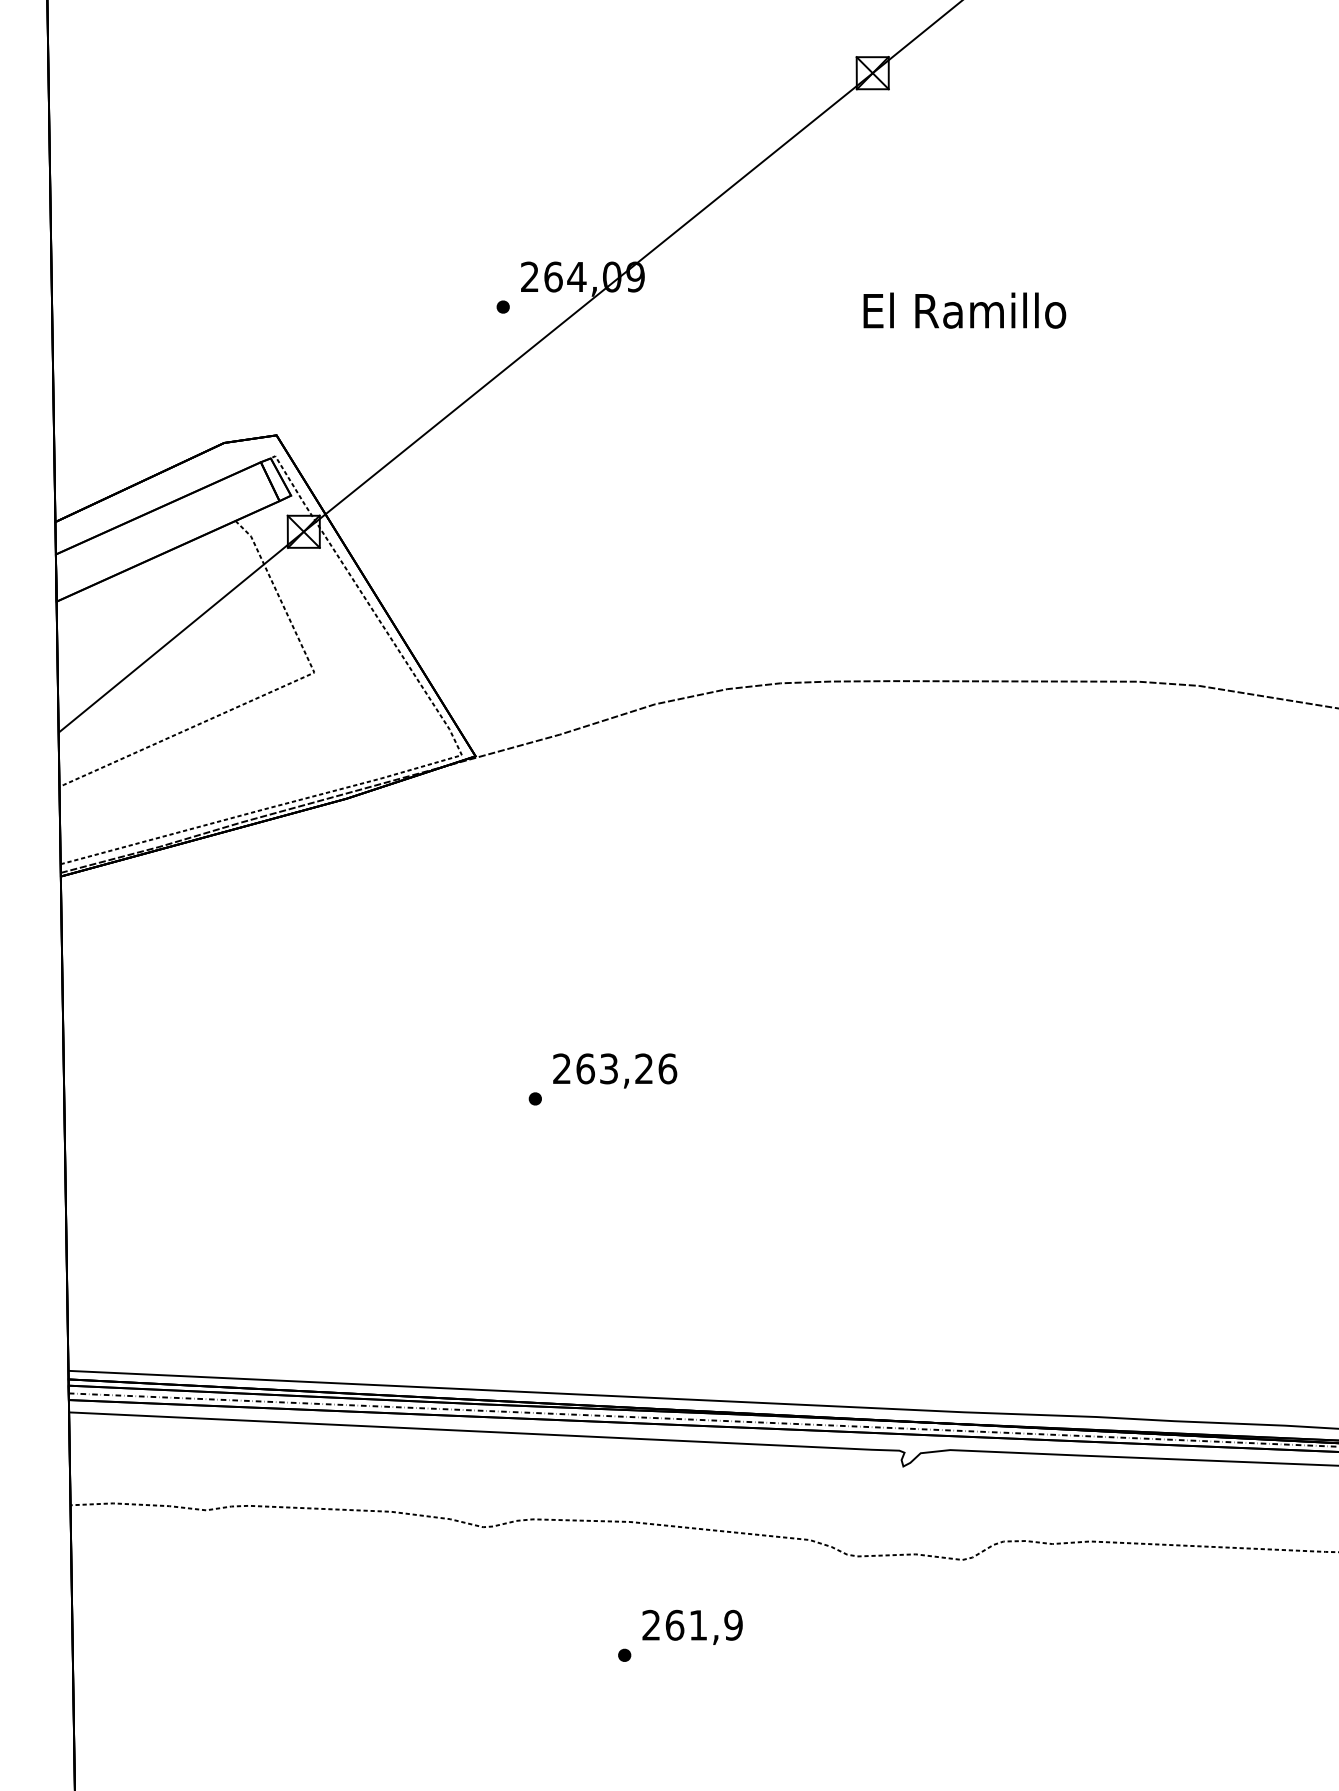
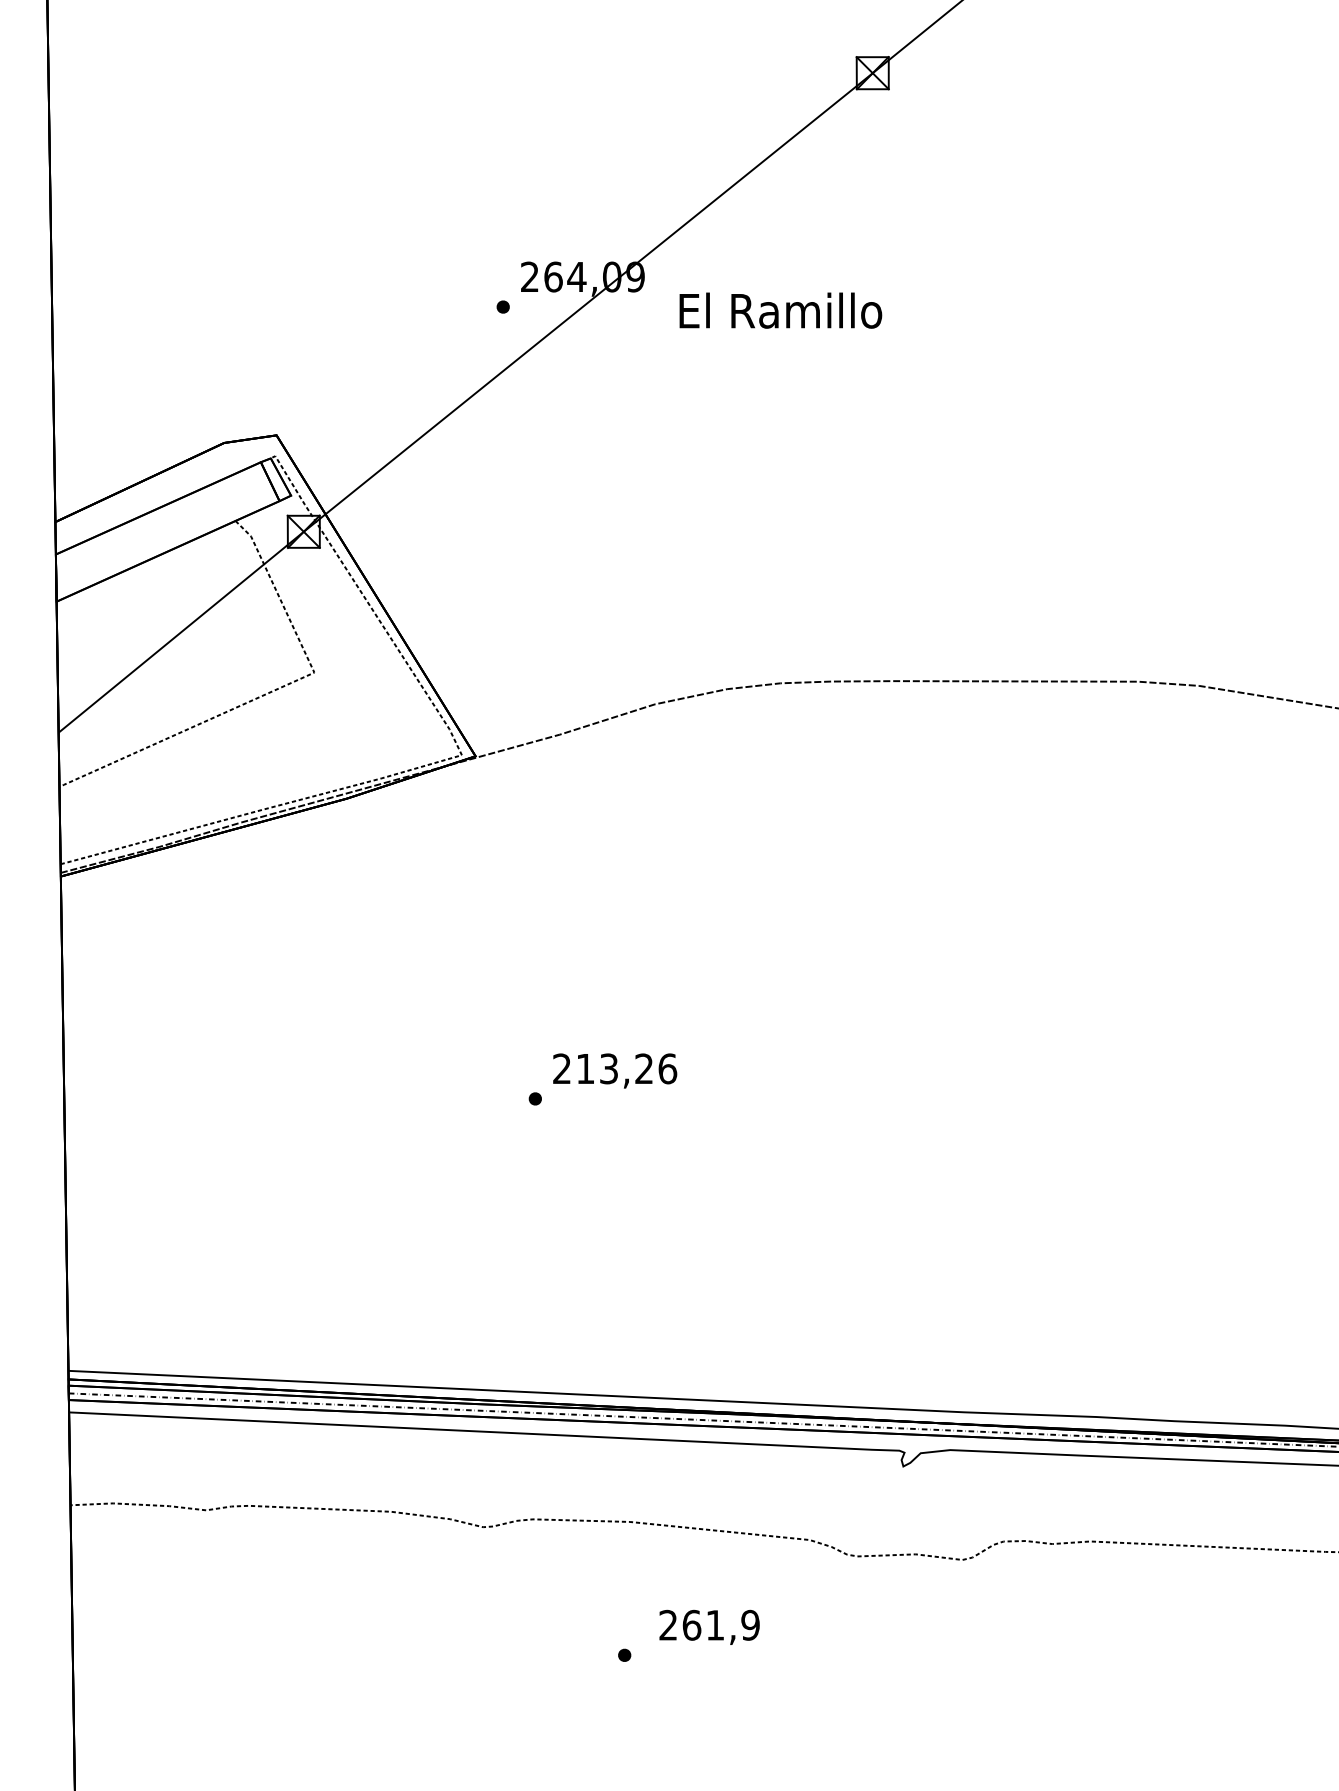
text at (964, 310) position: (964, 310) -> (780, 310)
text at (585, 1068): 263,26 -> 213,26
text at (692, 1626) position: (692, 1626) -> (709, 1626)
